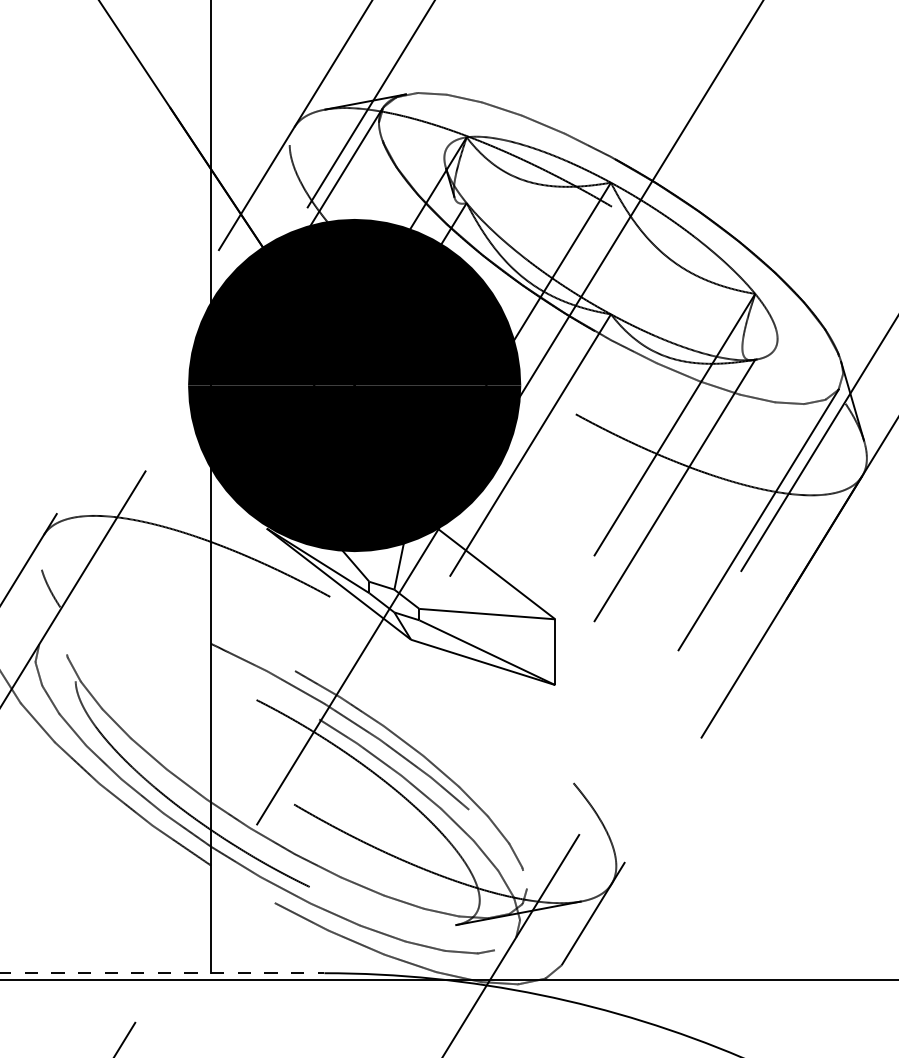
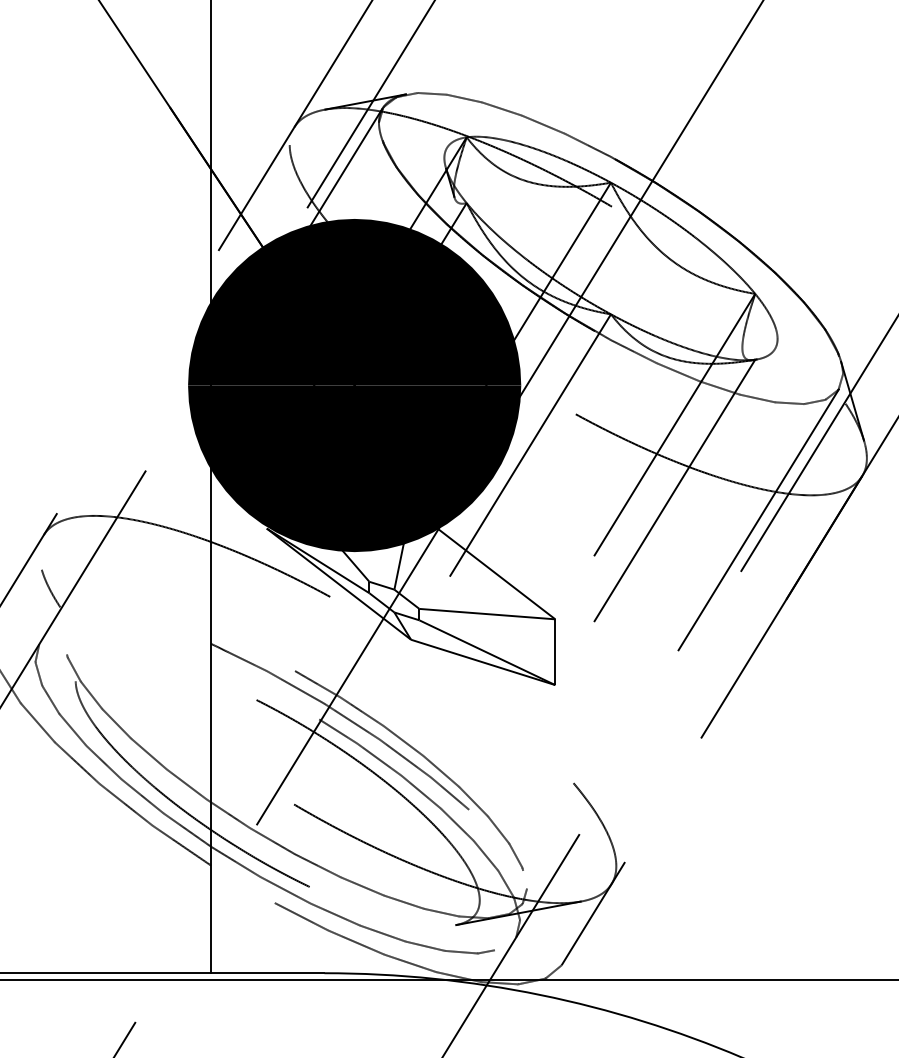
line at (162, 973): dashed -> solid
